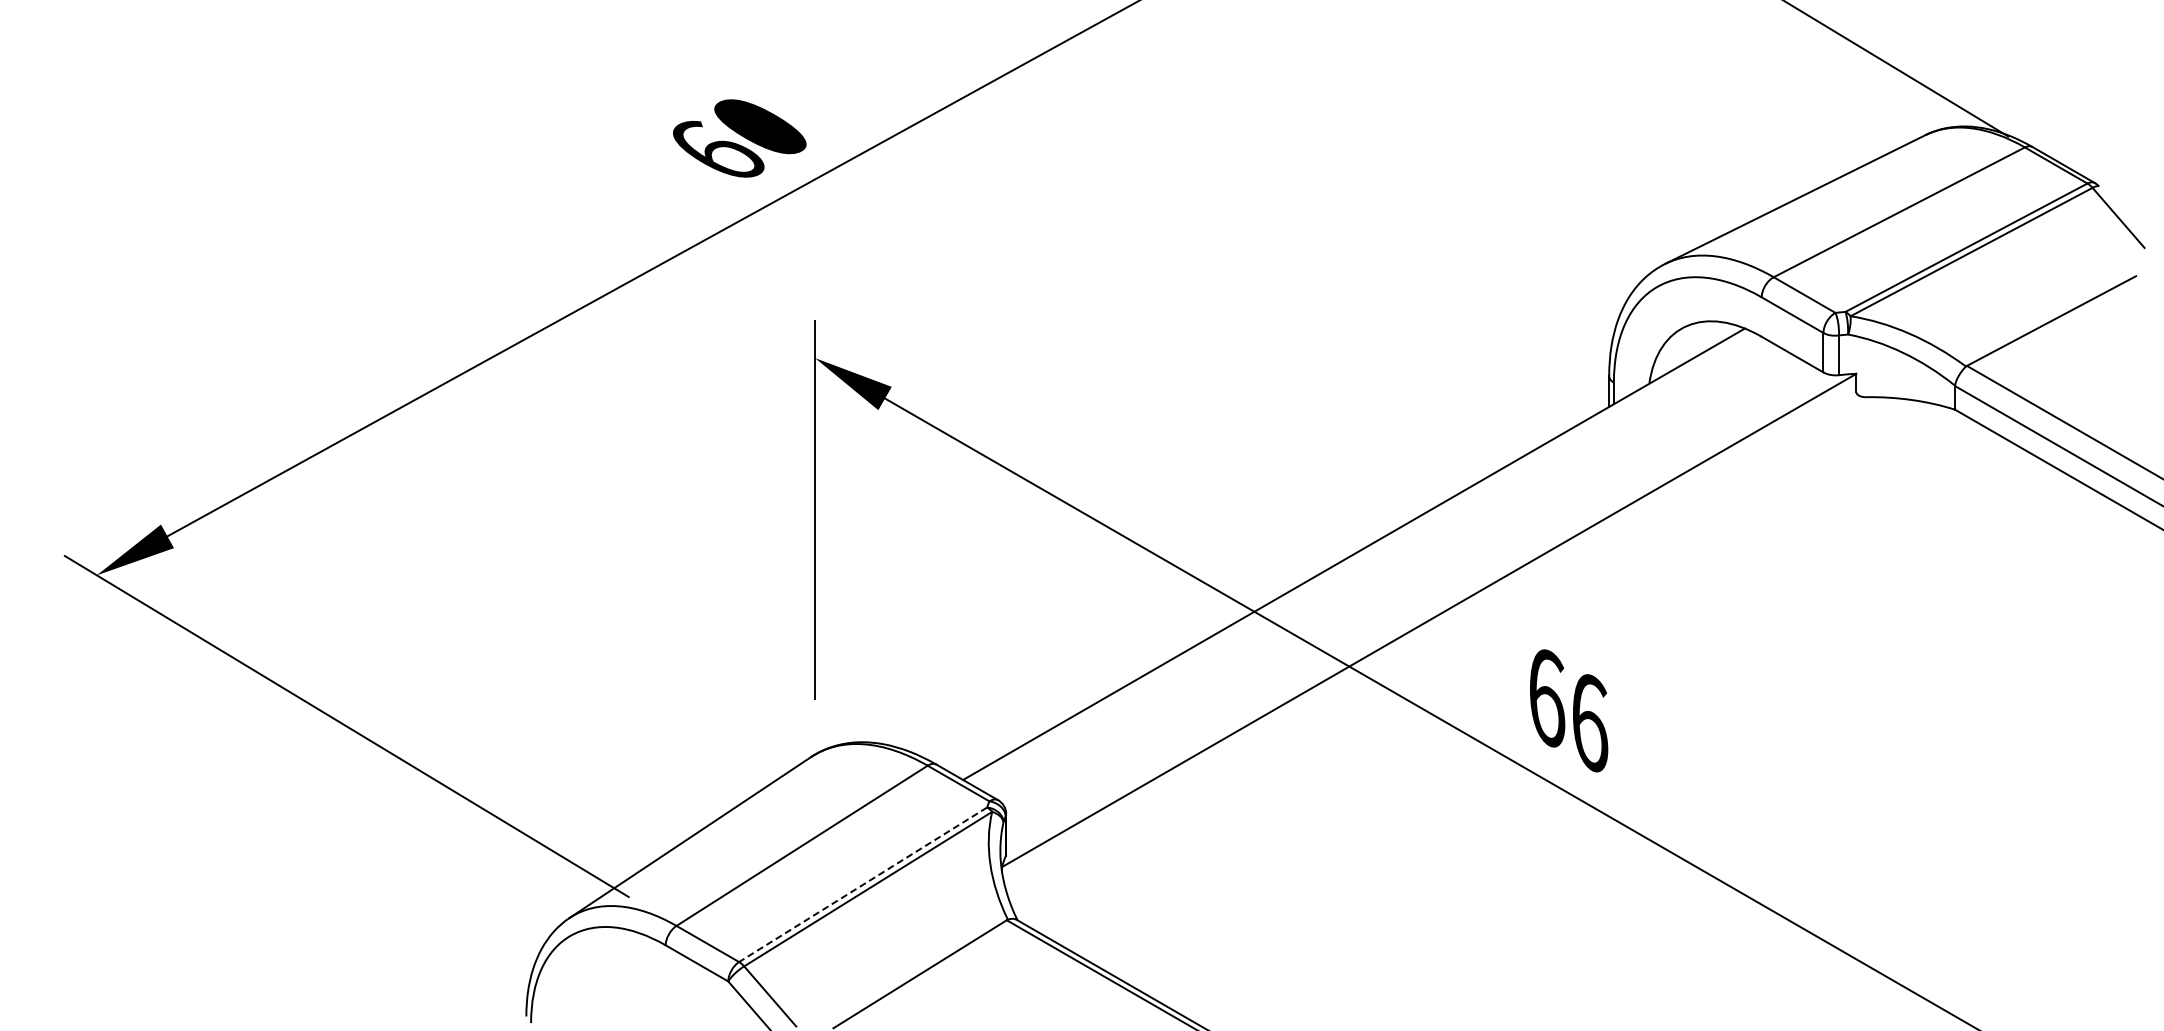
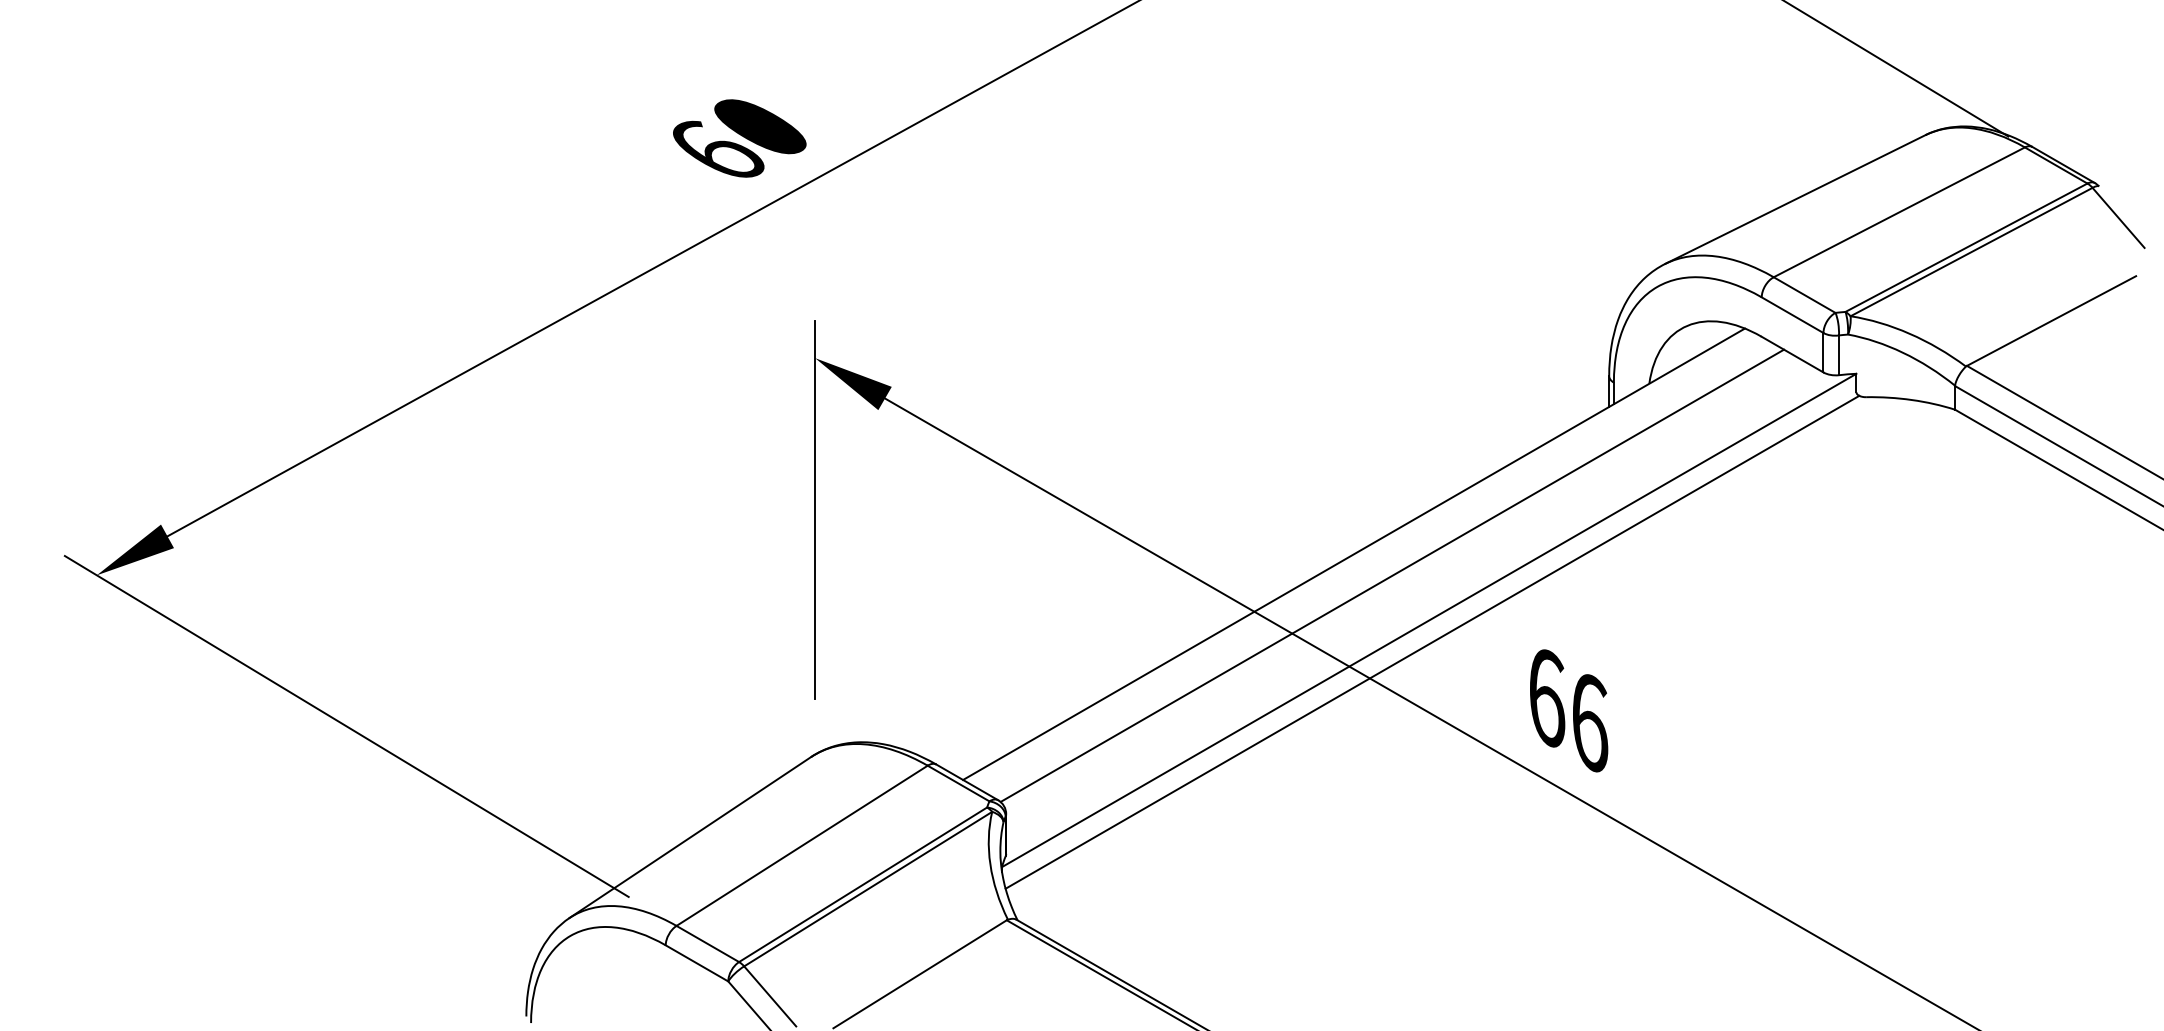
line at (1392, 575): none -> present
line at (1432, 641): none -> present
line at (862, 885): dashed -> solid
